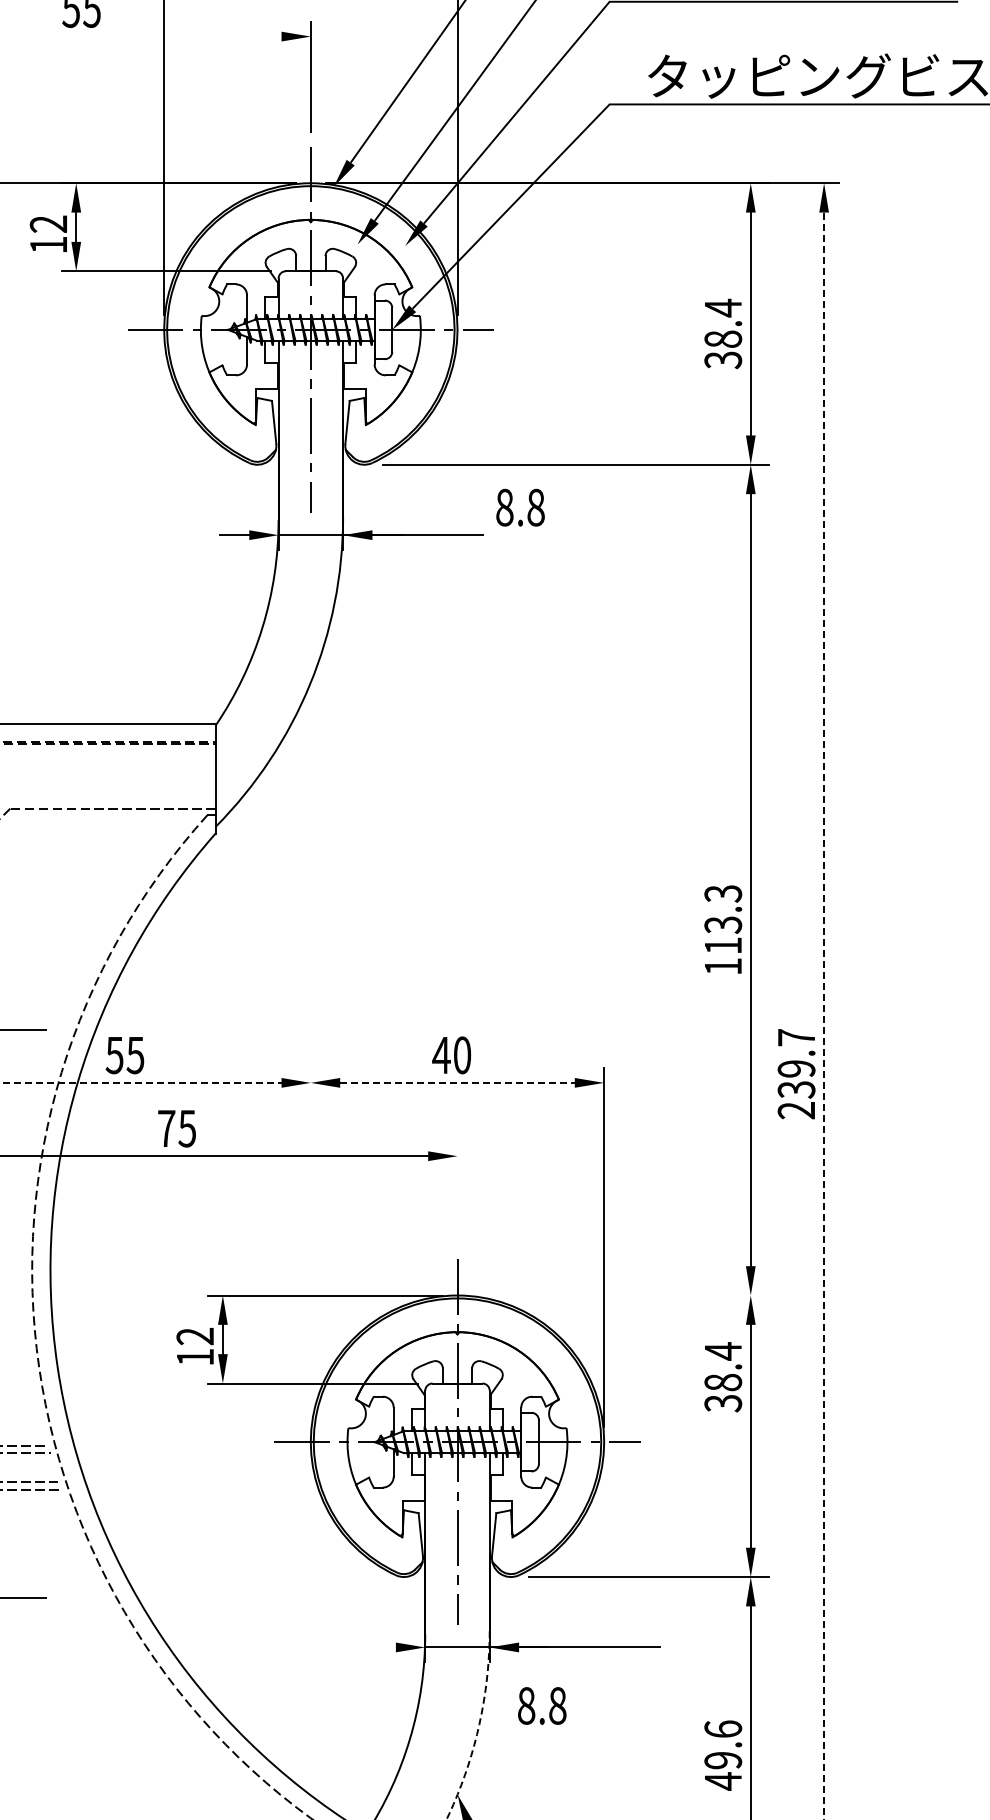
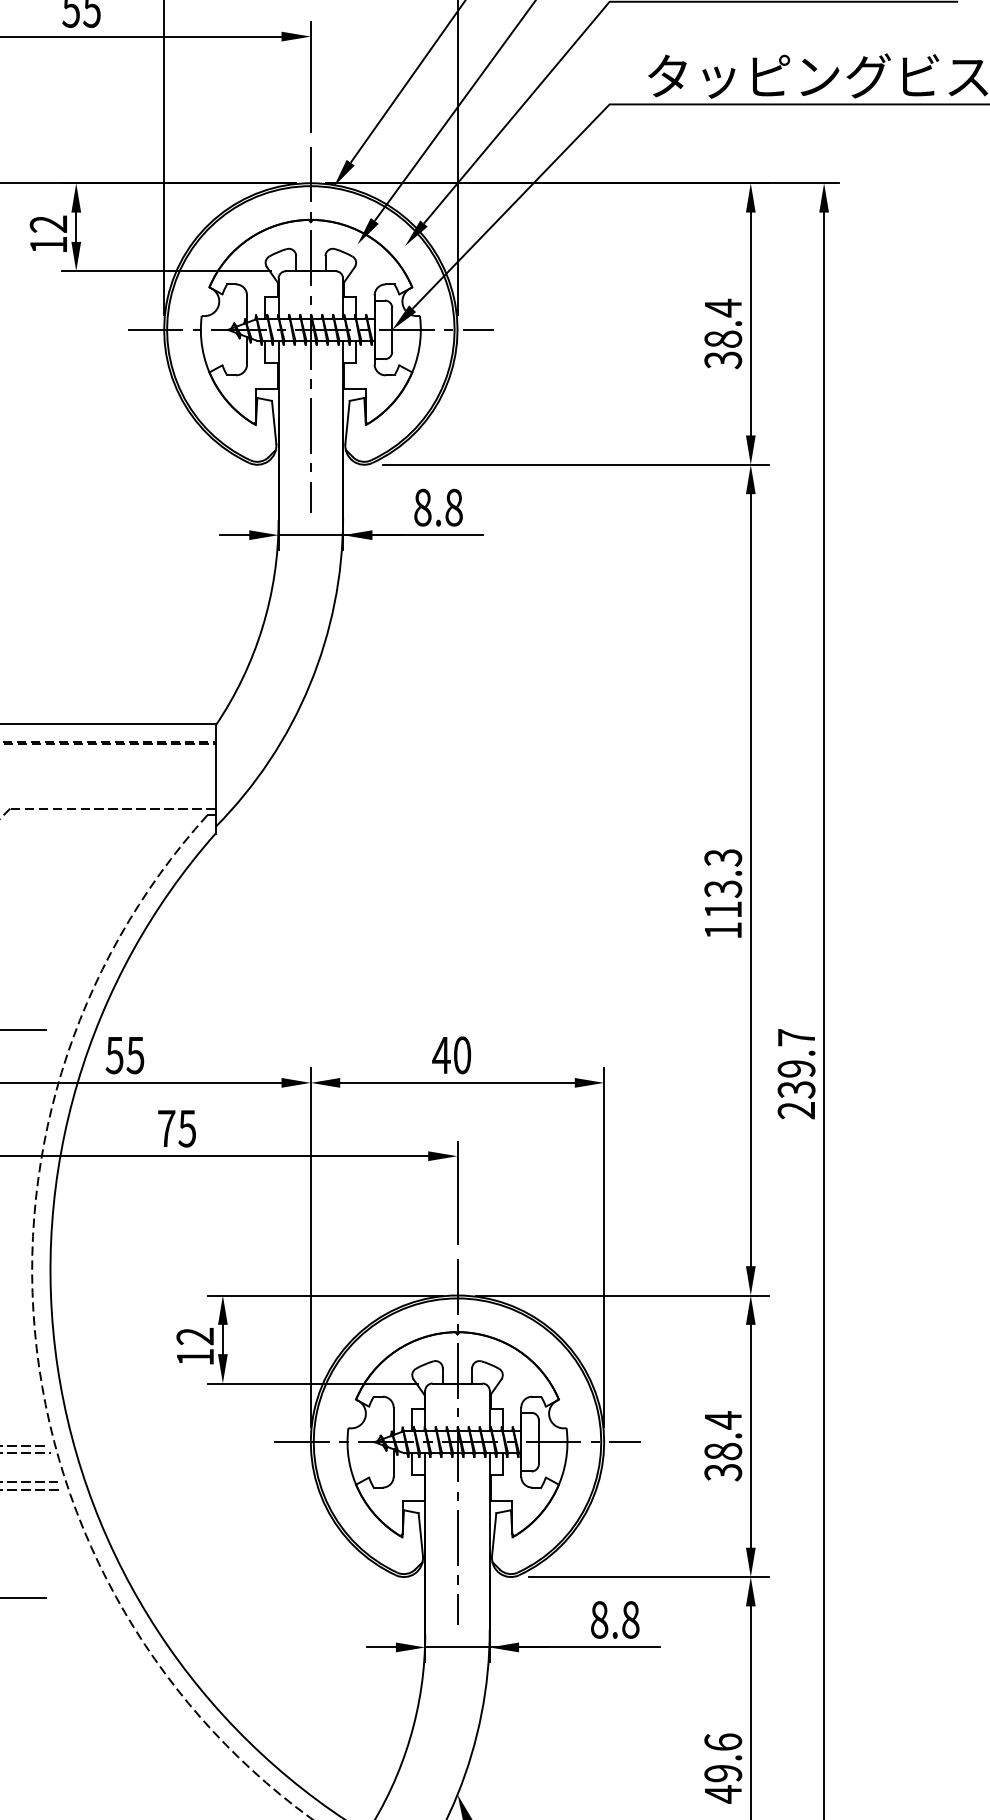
line at (141, 36): none -> present
text at (520, 507) position: (520, 507) -> (438, 507)
text at (723, 929) position: (723, 929) -> (723, 893)
line at (824, 1016): dashed -> solid
line at (141, 1082): dashed -> solid
line at (458, 1082): dashed -> solid
line at (457, 1192): none -> present
line at (310, 1247): none -> present
line at (622, 1295): none -> present
text at (723, 1377) position: (723, 1377) -> (723, 1446)
line at (380, 1647): none -> present
text at (542, 1705) position: (542, 1705) -> (615, 1619)
arc at (478, 1728): dashed -> solid
text at (723, 1755) position: (723, 1755) -> (723, 1768)
